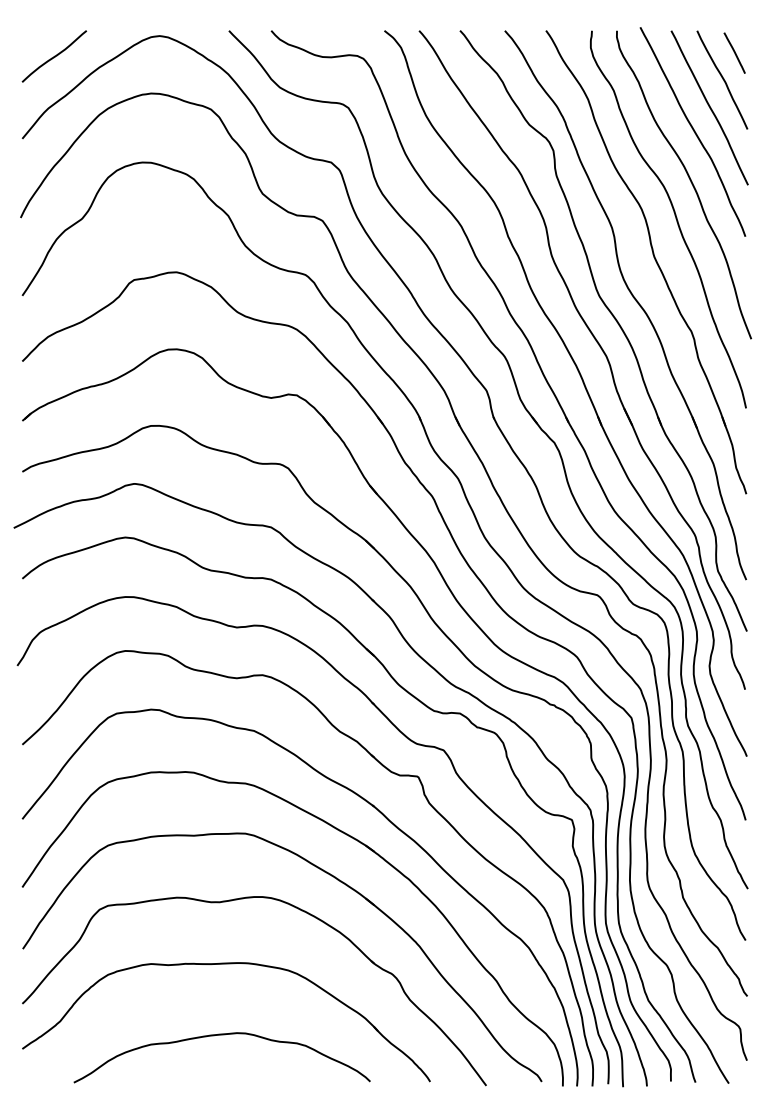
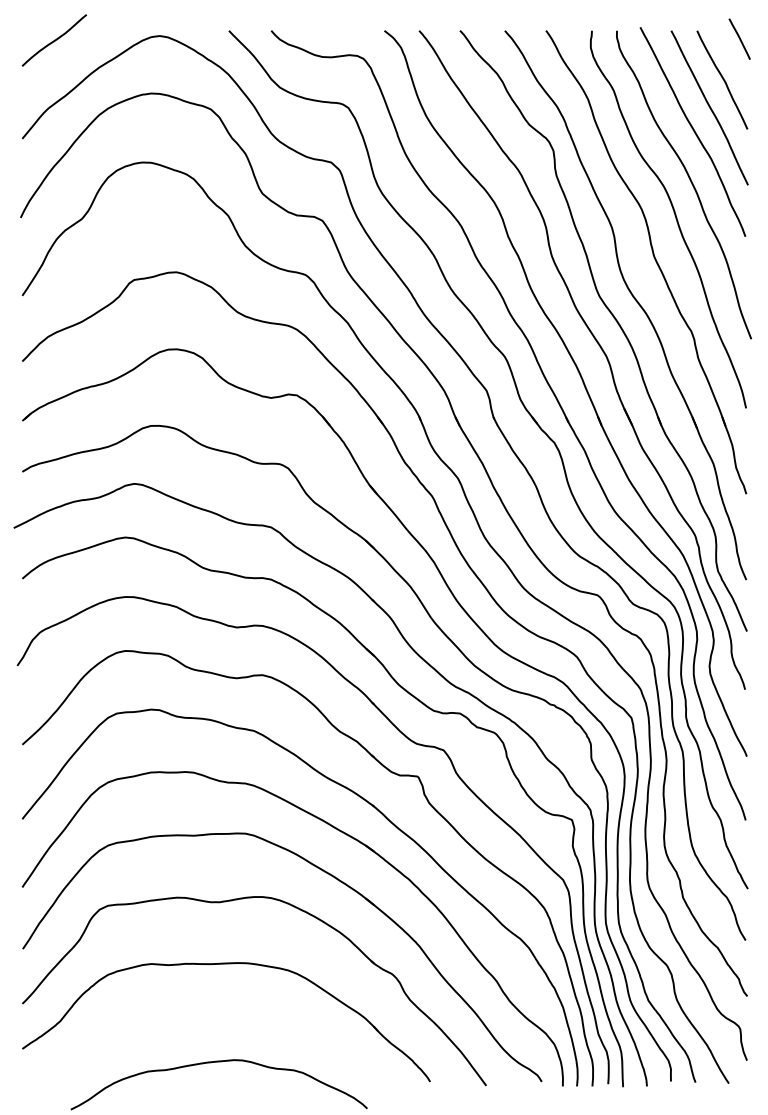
line at (734, 52) position: (734, 52) -> (739, 38)
curve at (53, 56) position: (53, 56) -> (53, 40)
curve at (221, 1035) position: (221, 1035) -> (218, 1062)
